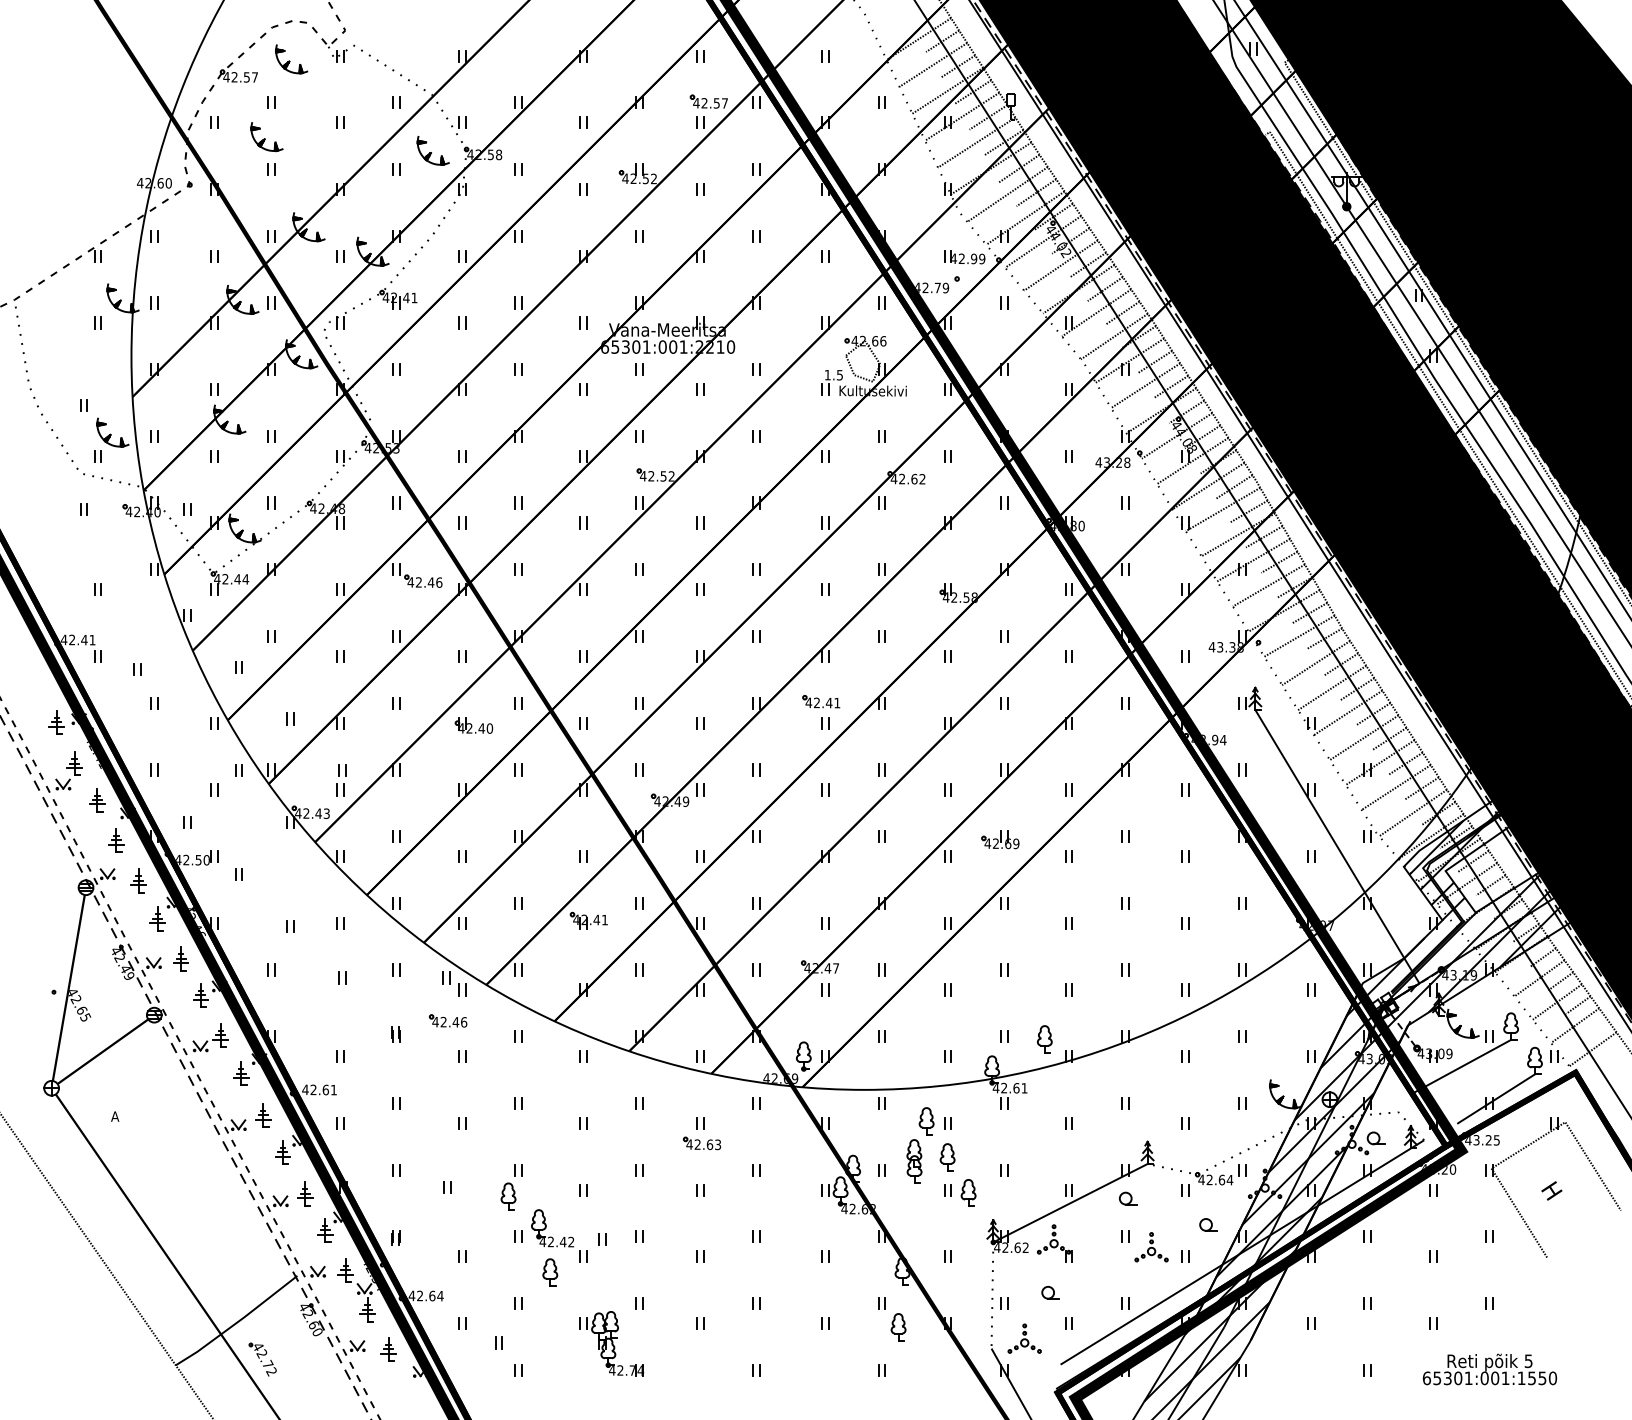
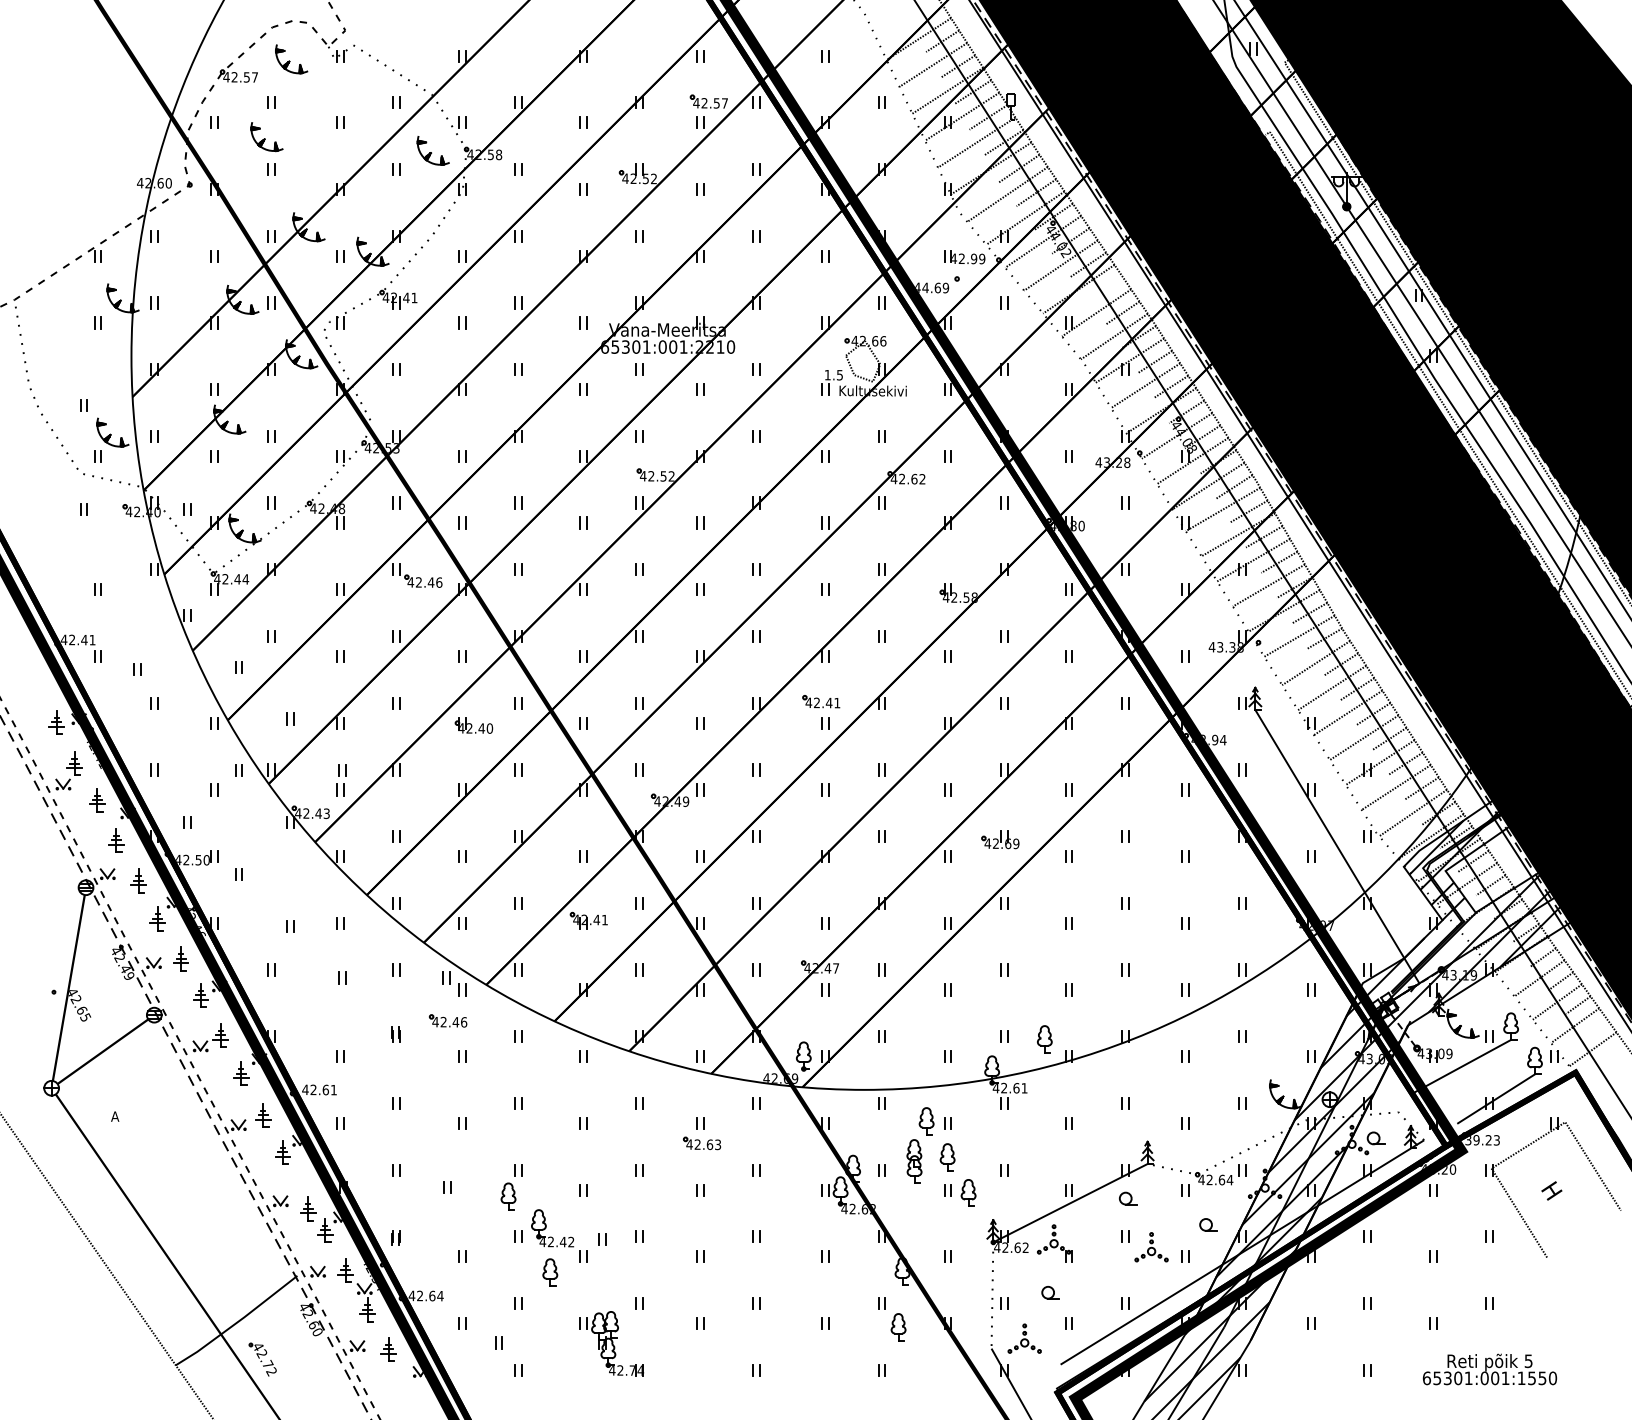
text at (931, 287): 42.79 -> 44.69
line at (1104, 289): present -> none
text at (1482, 1140): 43.25 -> 39.23
part at (305, 1193) position: (305, 1193) -> (308, 1208)
